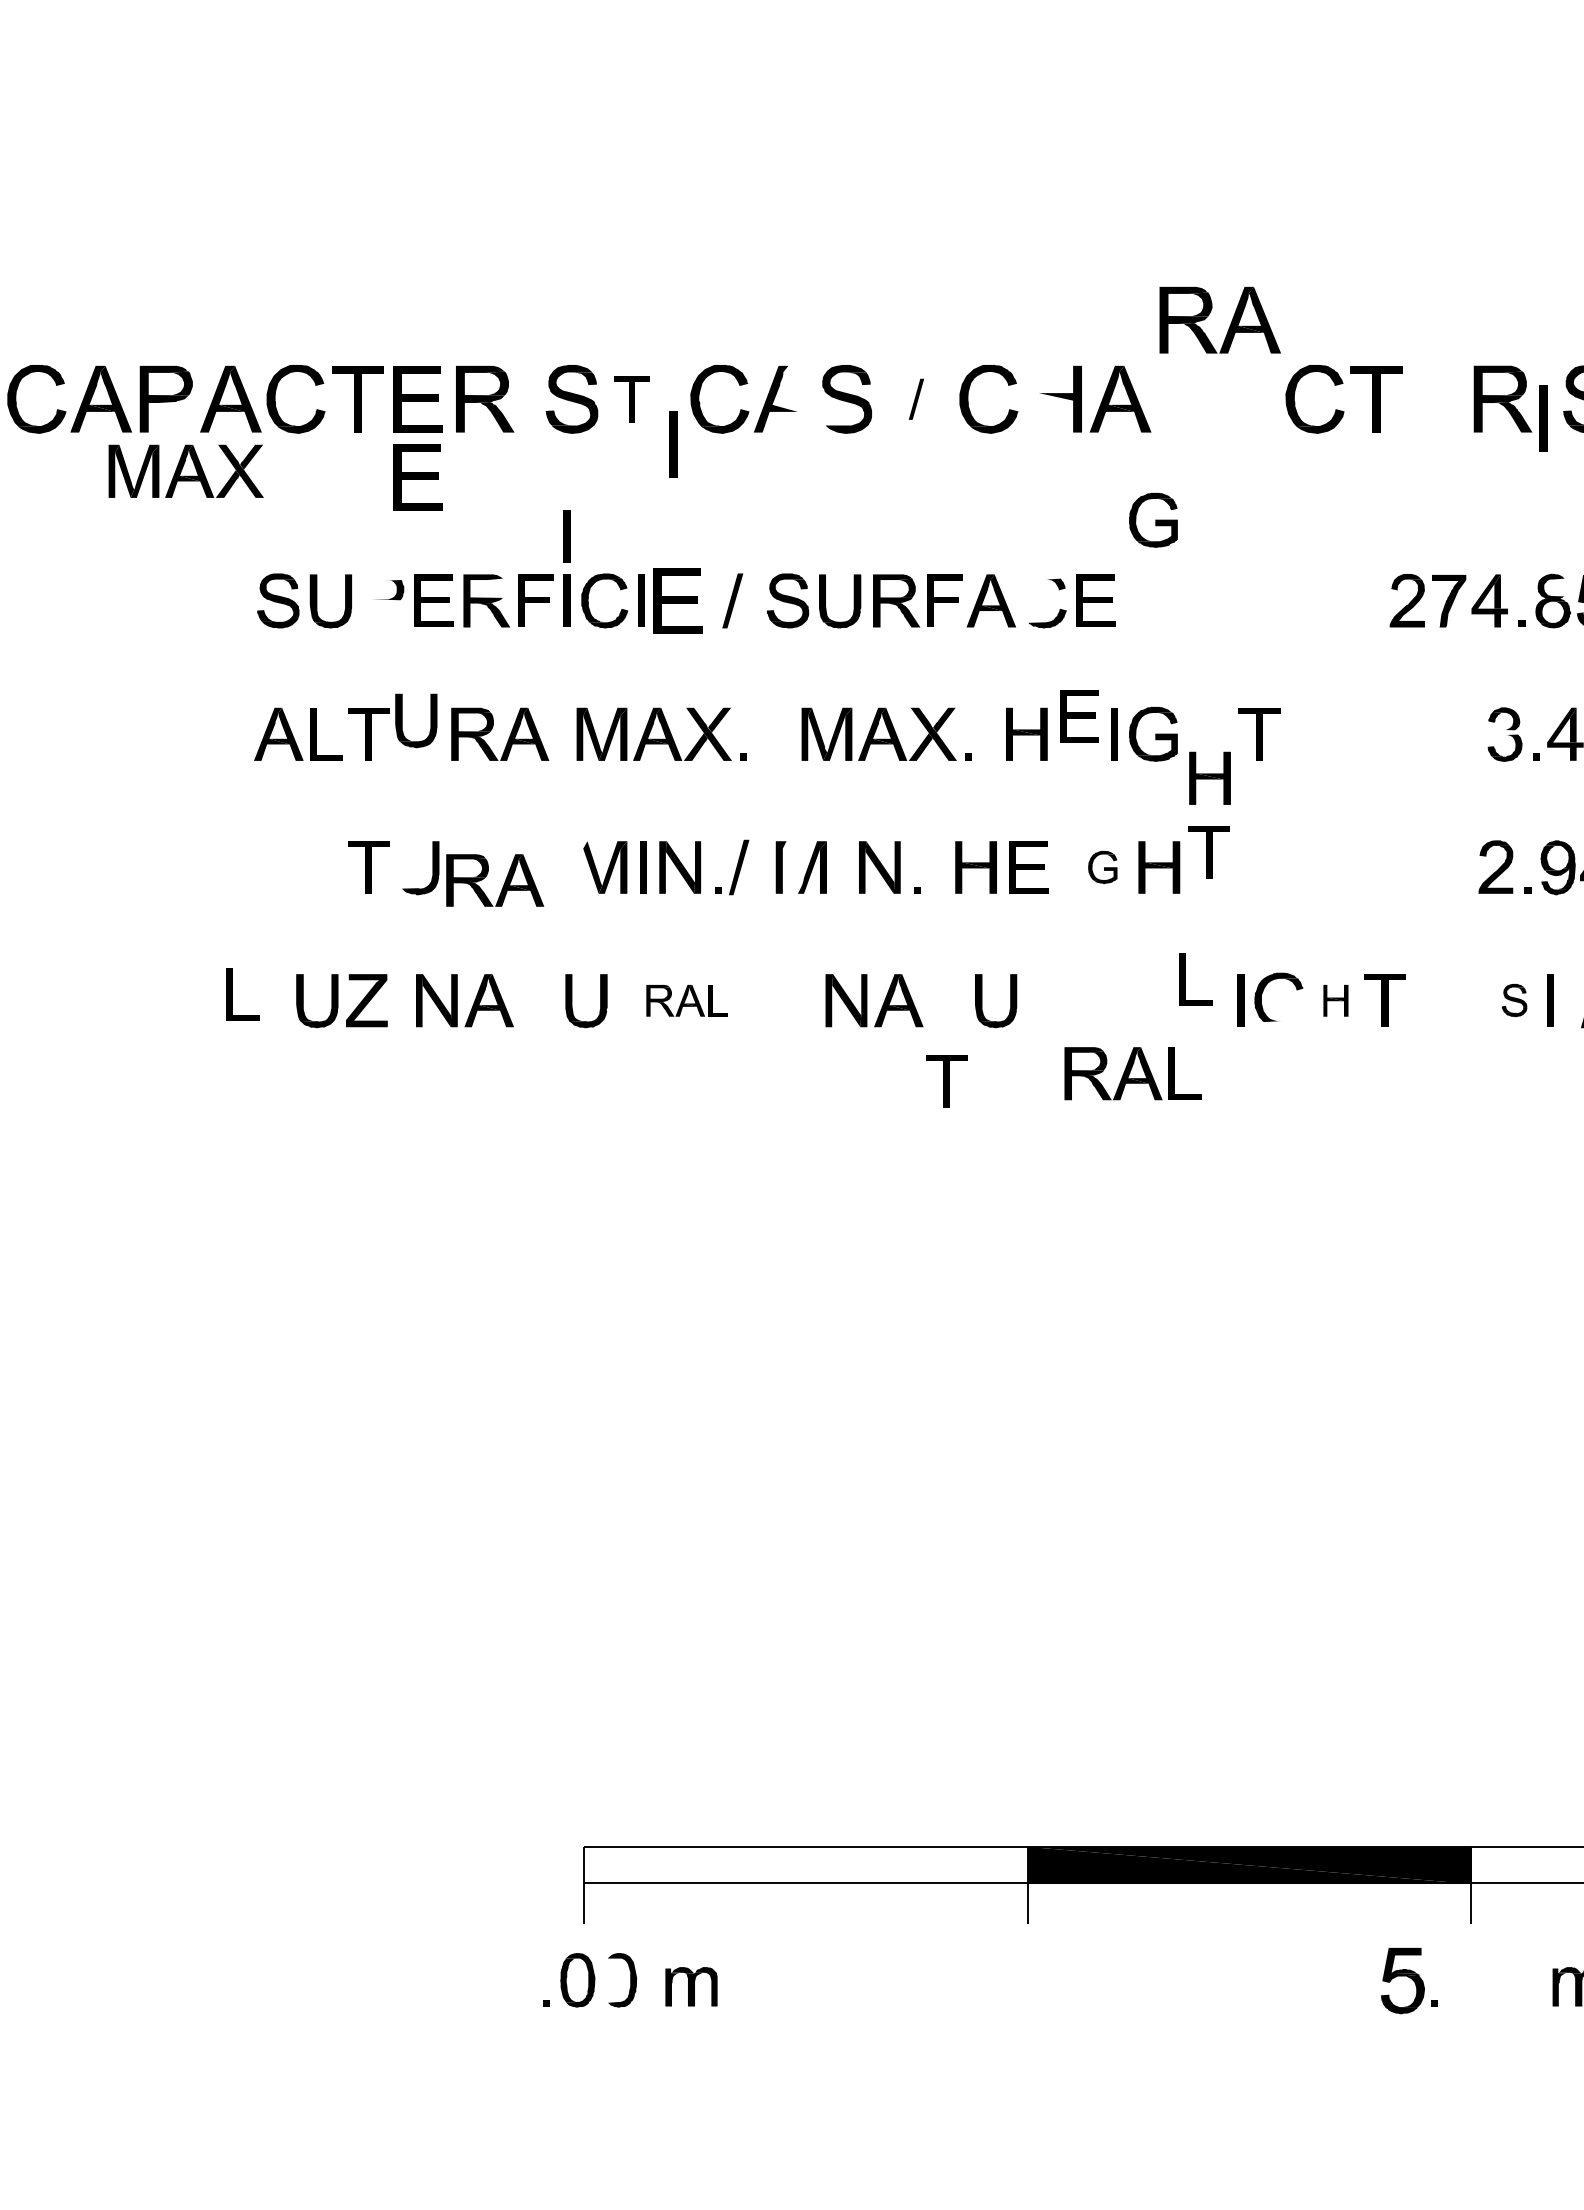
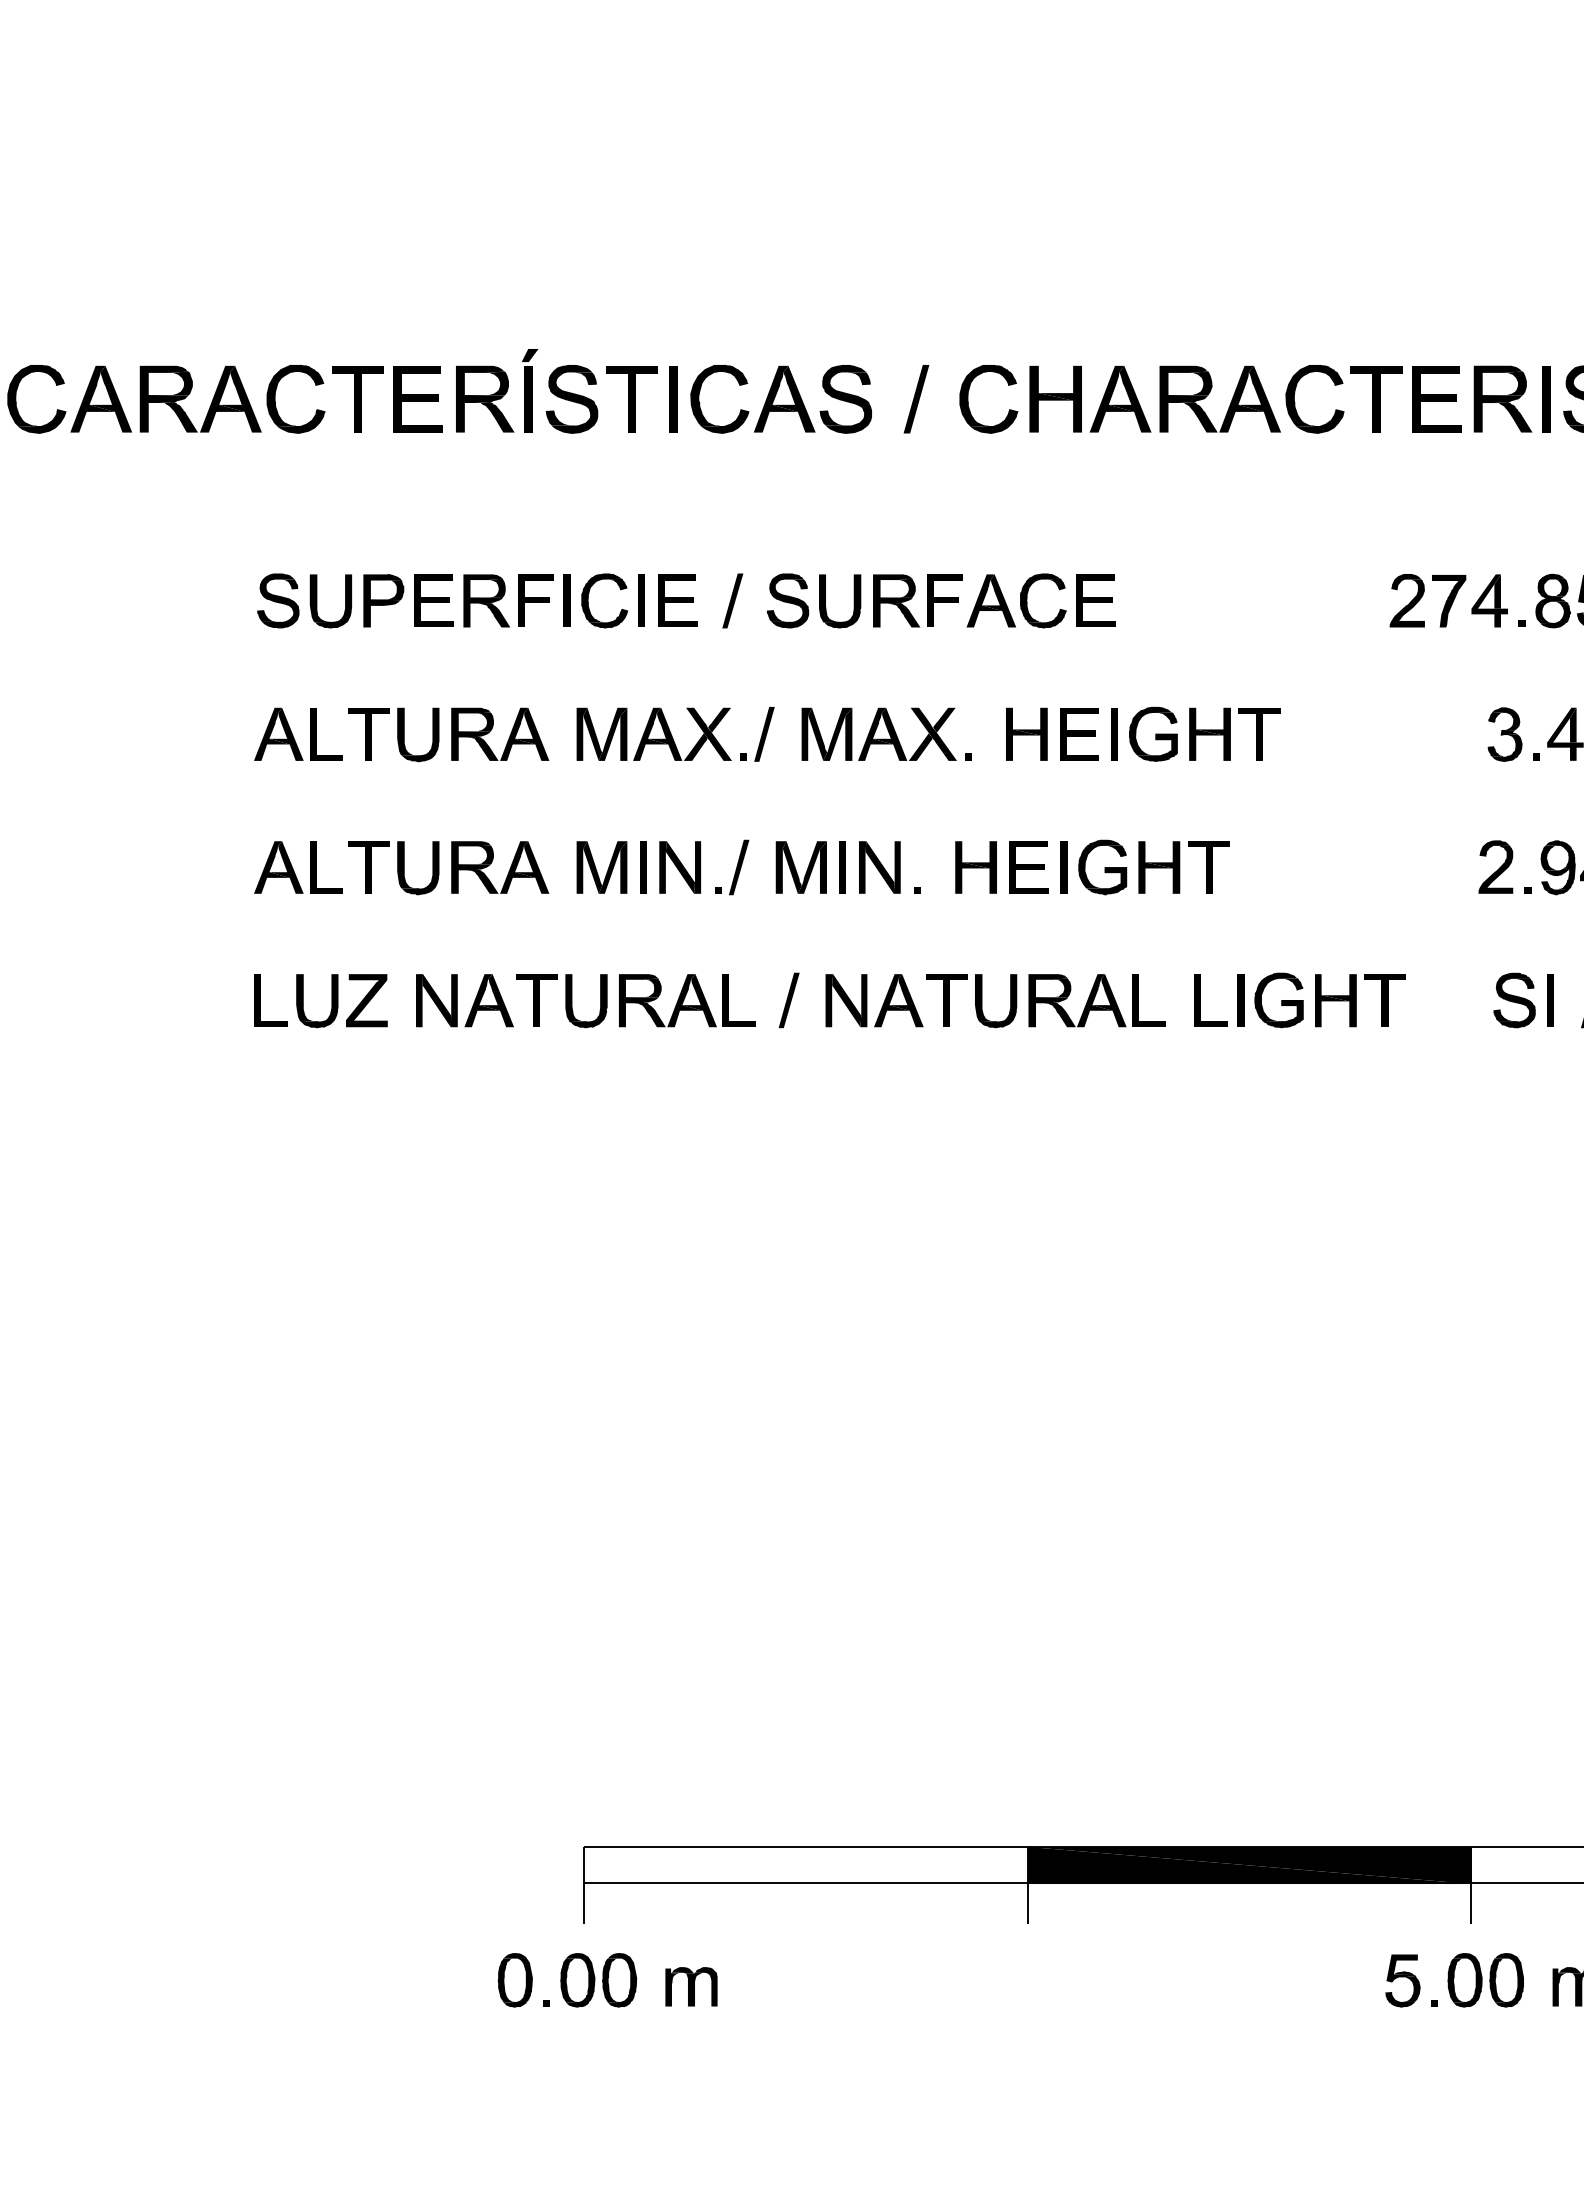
part at (1210, 313) position: (1210, 313) -> (1210, 392)
part at (530, 390): none -> present
fill at (793, 398): none -> present
part at (916, 398) size: 15x42 px -> 27x69 px
fill at (1051, 398): none -> present
fill at (1436, 398): none -> present
part at (631, 399) size: 36x47 px -> 52x67 px
fill at (178, 417): none -> present
fill at (832, 417): none -> present
part at (1543, 418) position: (1543, 418) -> (1546, 399)
part at (673, 444) position: (673, 444) -> (673, 399)
part at (185, 470): present -> none
part at (417, 477): present -> none
part at (1153, 519): present -> none
part at (566, 536): present -> none
fill at (487, 587): none -> present
fill at (1560, 587): none -> present
fill at (1040, 597): none -> present
fill at (382, 600): none -> present
part at (677, 600) size: 50x66 px -> 40x53 px
part at (1079, 716) position: (1079, 716) -> (1079, 734)
part at (402, 720) position: (402, 720) -> (404, 734)
fill at (1509, 732): none -> present
fill at (764, 733): none -> present
part at (1209, 777) position: (1209, 777) -> (1209, 733)
part at (1208, 852) position: (1208, 852) -> (1208, 867)
fill at (407, 864): none -> present
part at (298, 867): none -> present
fill at (581, 867): none -> present
fill at (791, 867): none -> present
fill at (842, 867): none -> present
fill at (1063, 867): none -> present
part at (1102, 867) size: 30x35 px -> 50x57 px
part at (503, 884) position: (503, 884) -> (508, 871)
part at (1185, 979) position: (1185, 979) -> (1200, 1000)
part at (232, 994) position: (232, 994) -> (260, 1000)
fill at (536, 1000): none -> present
part at (686, 1000) size: 82x32 px -> 137x54 px
part at (788, 1000): none -> present
part at (1335, 1000) size: 26x32 px -> 42x54 px
part at (1514, 1000) size: 26x34 px -> 43x57 px
fill at (1283, 1013): none -> present
part at (1132, 1073) position: (1132, 1073) -> (1096, 1000)
part at (946, 1081) position: (946, 1081) -> (946, 1000)
part at (514, 1980): none -> present
fill at (610, 1980): none -> present
part at (1485, 1980): none -> present
part at (1402, 1981) size: 45x67 px -> 36x54 px
